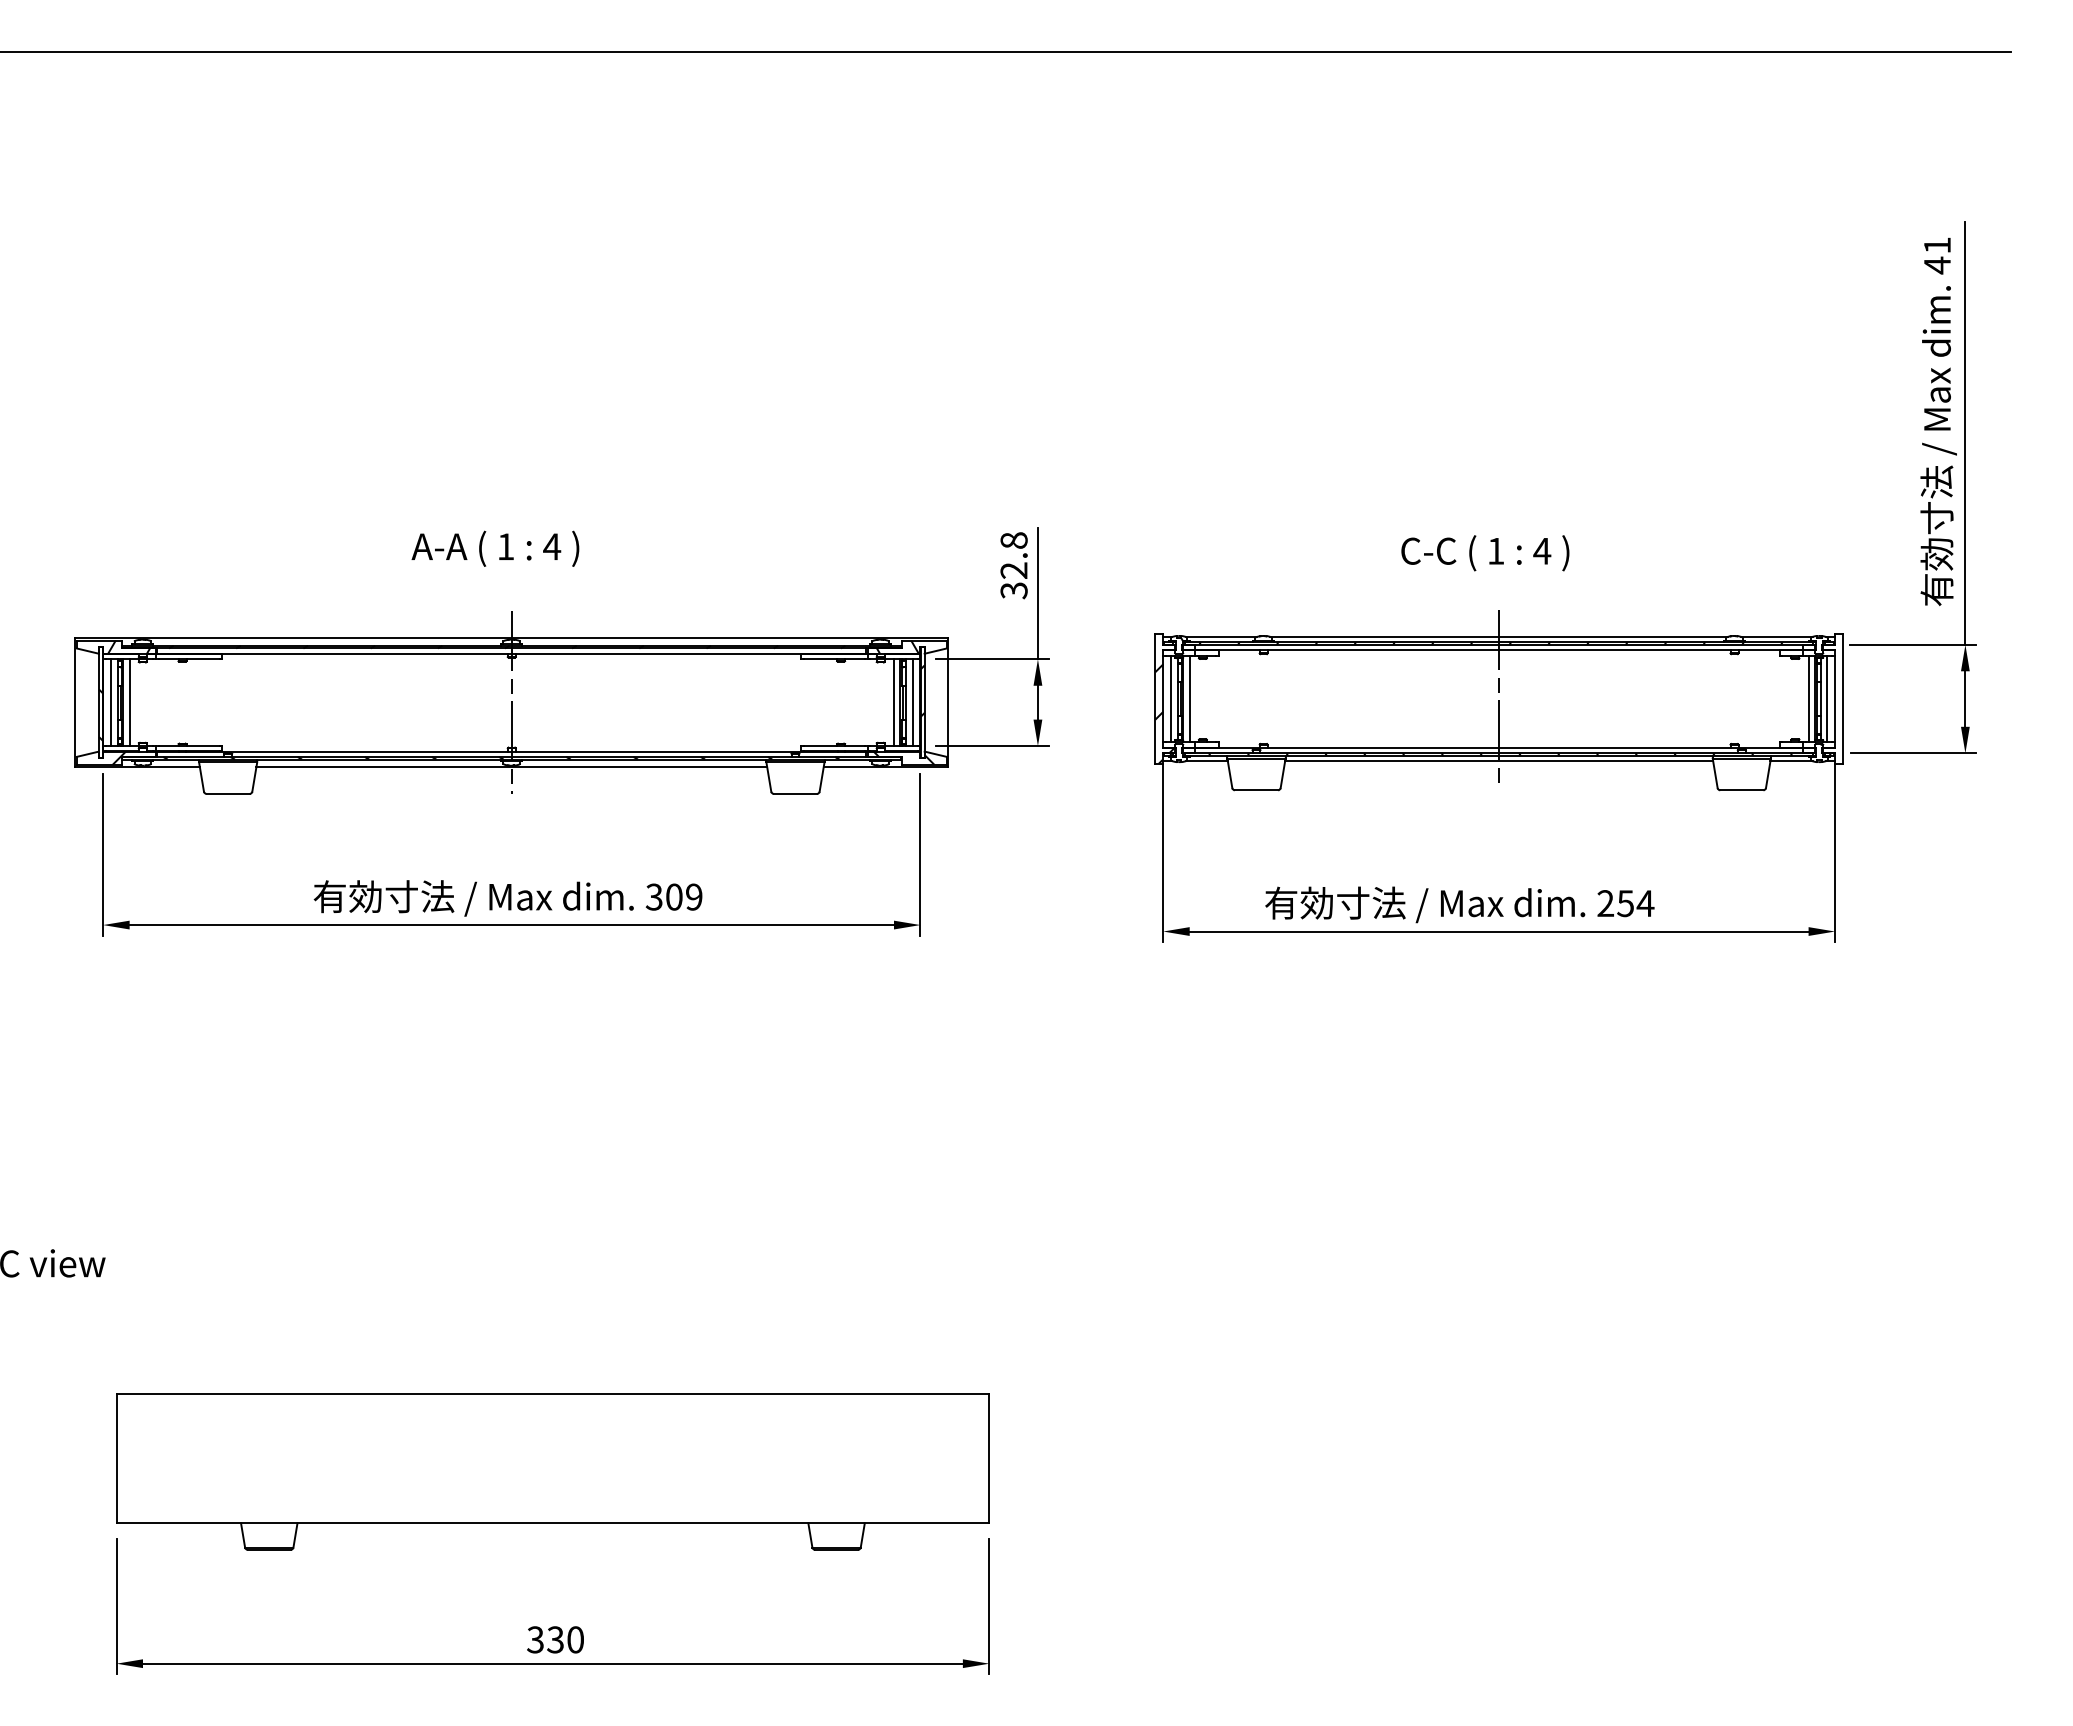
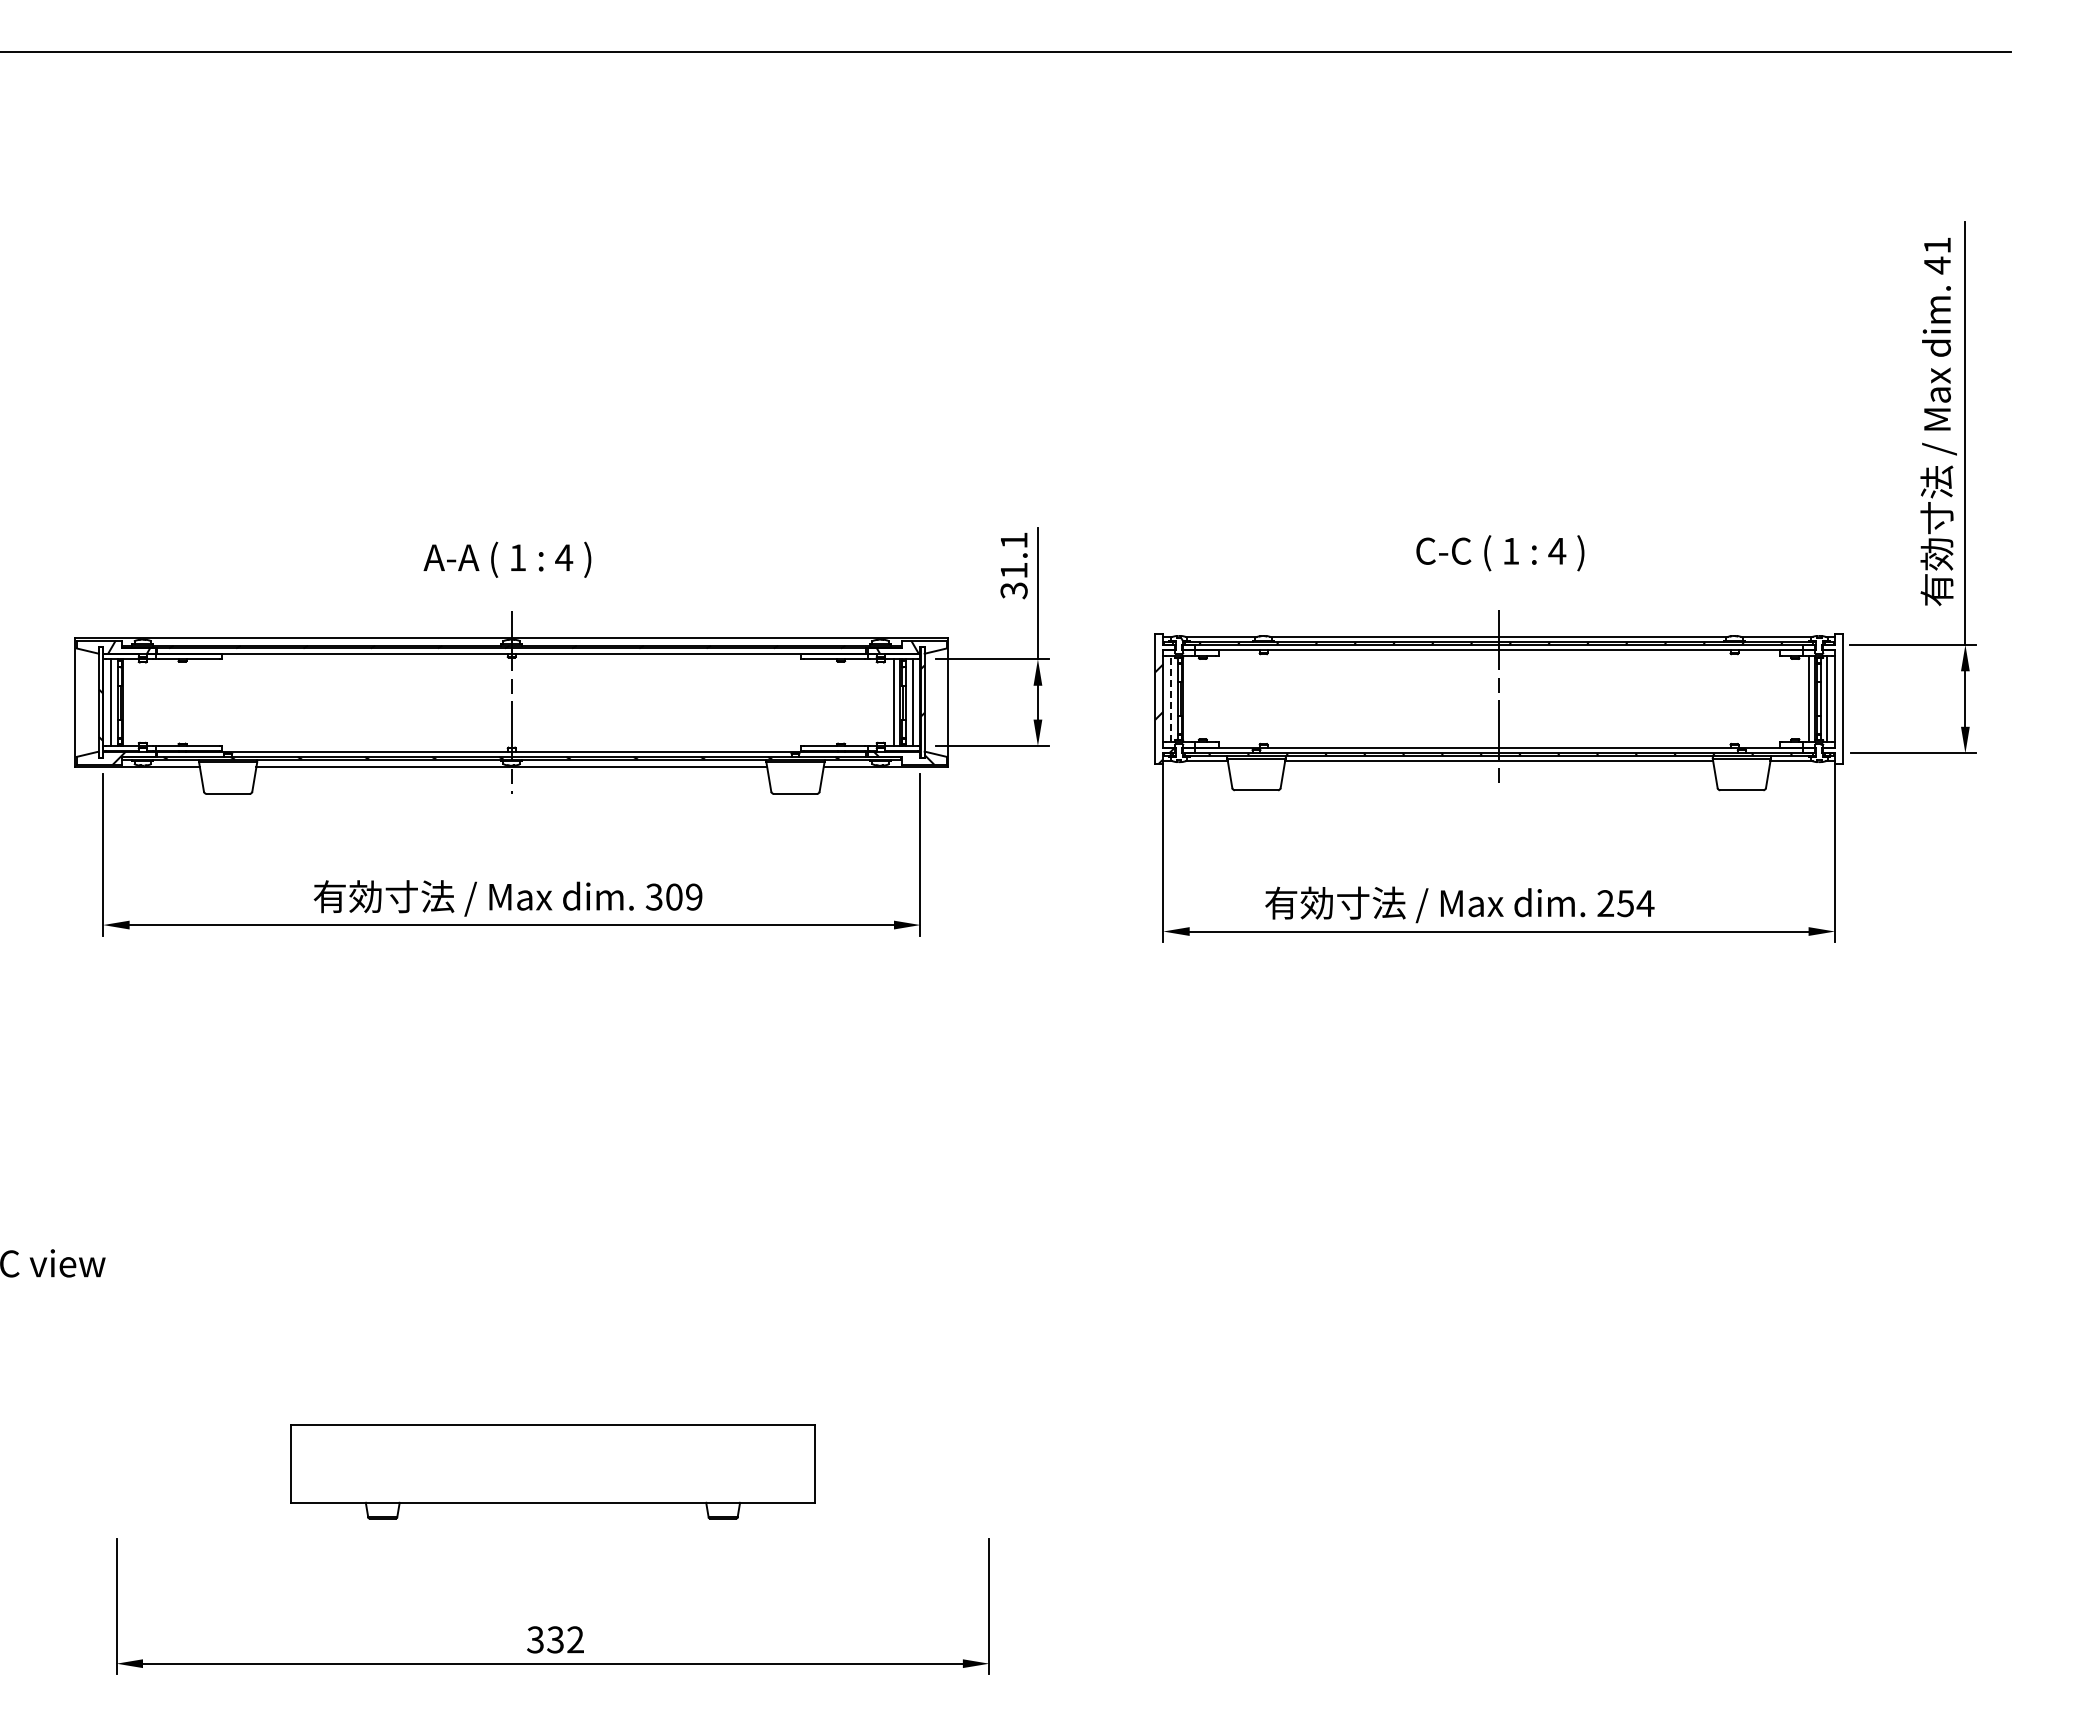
text at (495, 548) position: (495, 548) -> (507, 559)
text at (1485, 553) position: (1485, 553) -> (1500, 553)
text at (1013, 555): 32.8 -> 31.1
line at (1171, 698): solid -> dashed
line at (1189, 698): present -> none
line at (129, 702): present -> none
part at (552, 1471) size: 874x158 px -> 526x96 px
text at (575, 1639): 330 -> 332
